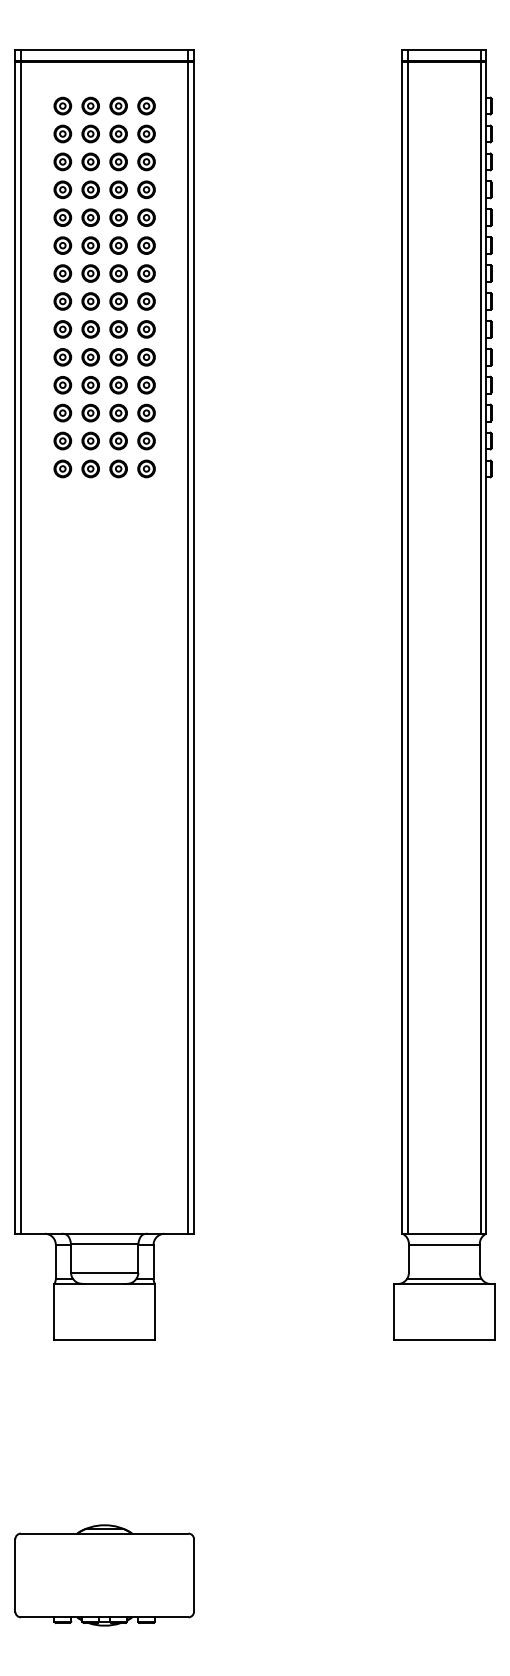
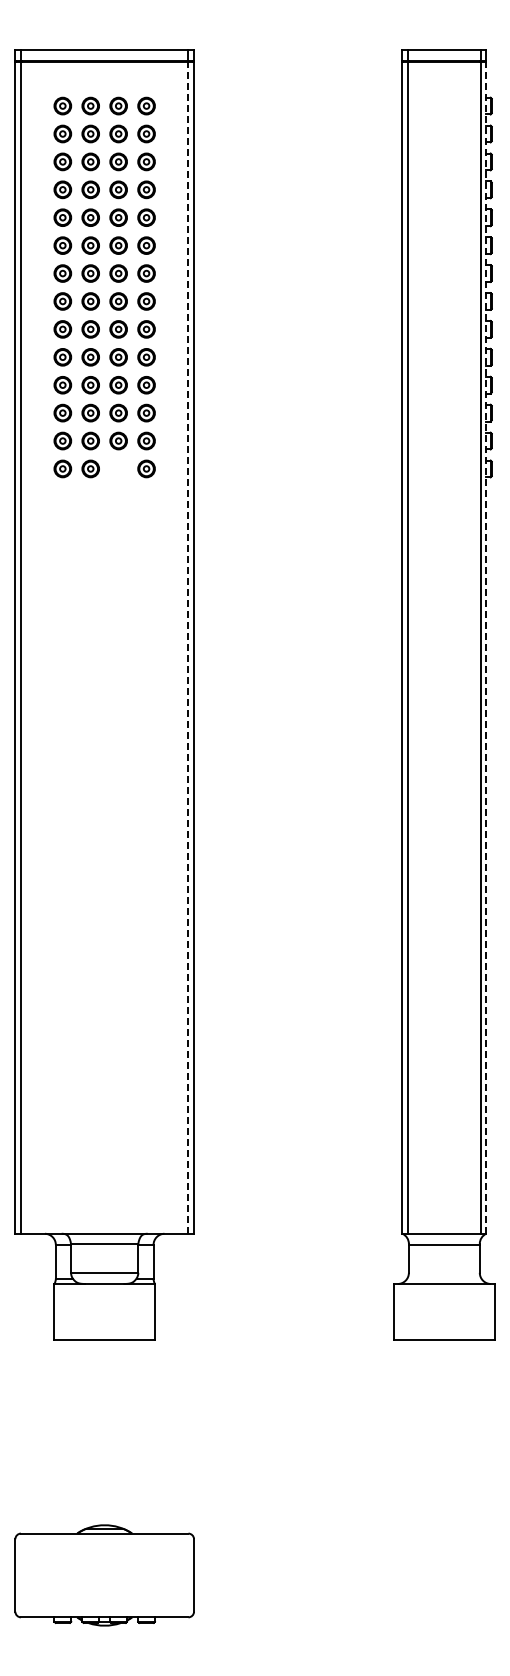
part at (118, 468): present -> none
line at (188, 647): solid -> dashed
line at (486, 647): solid -> dashed
line at (444, 1278): present -> none
